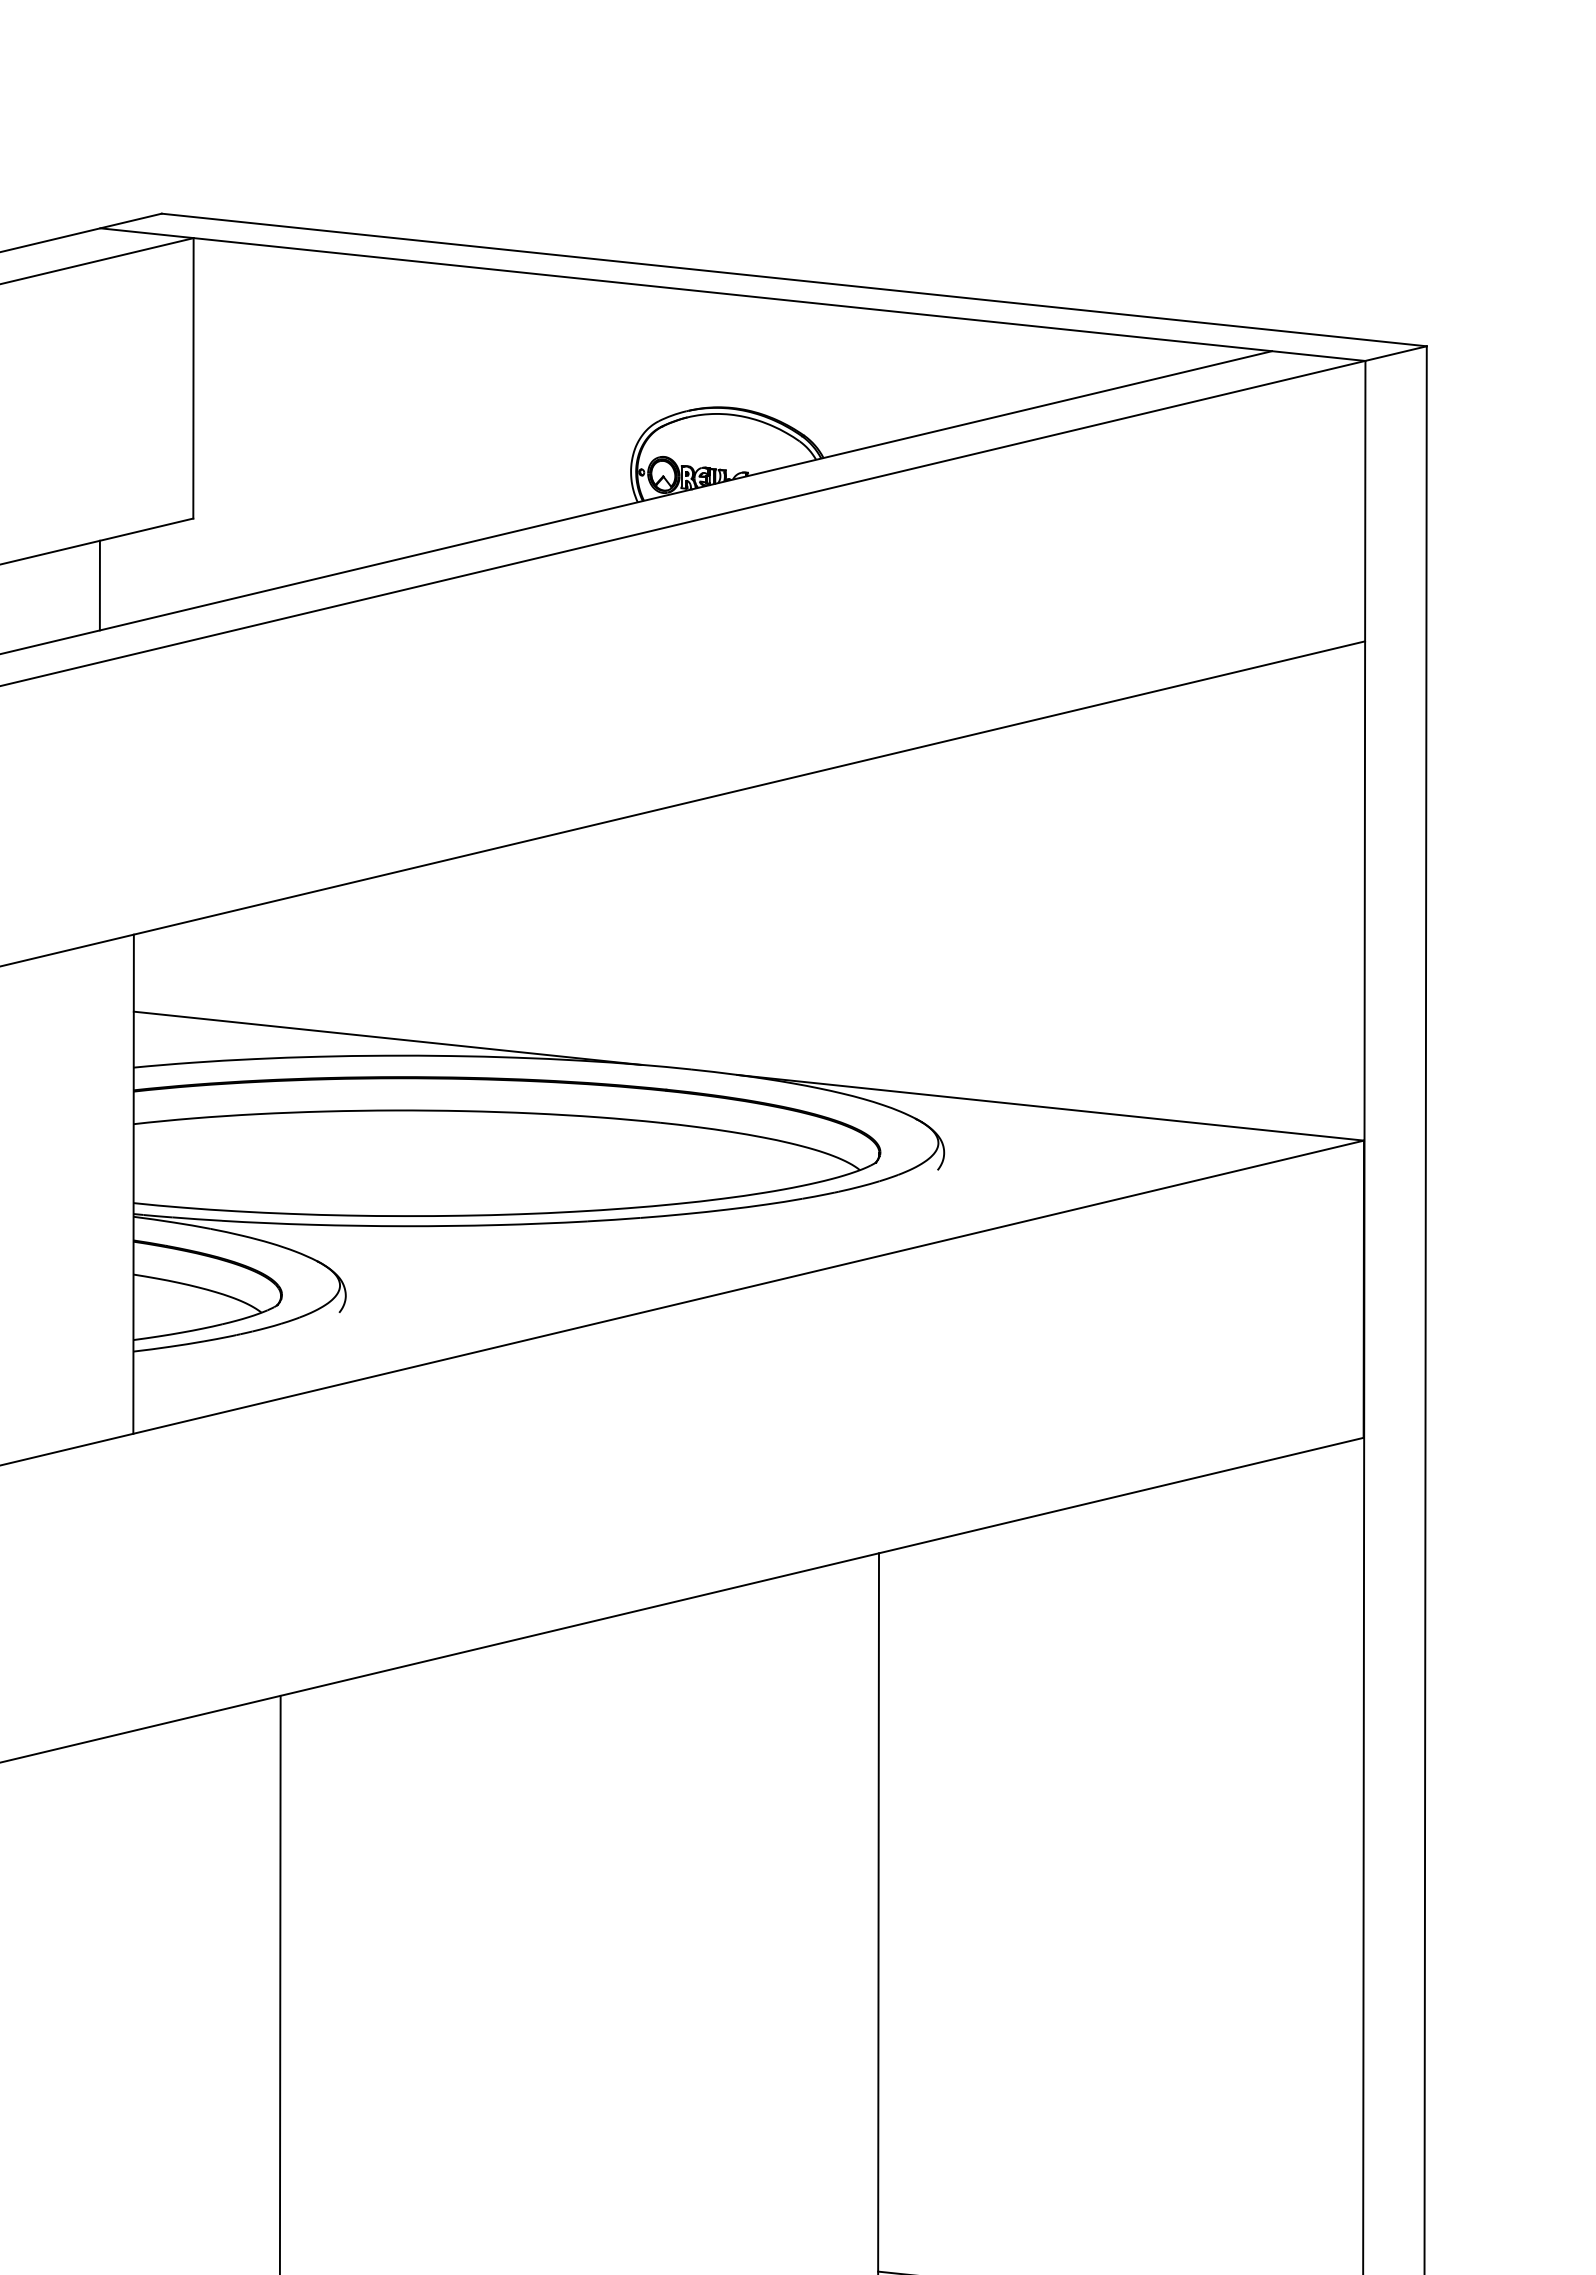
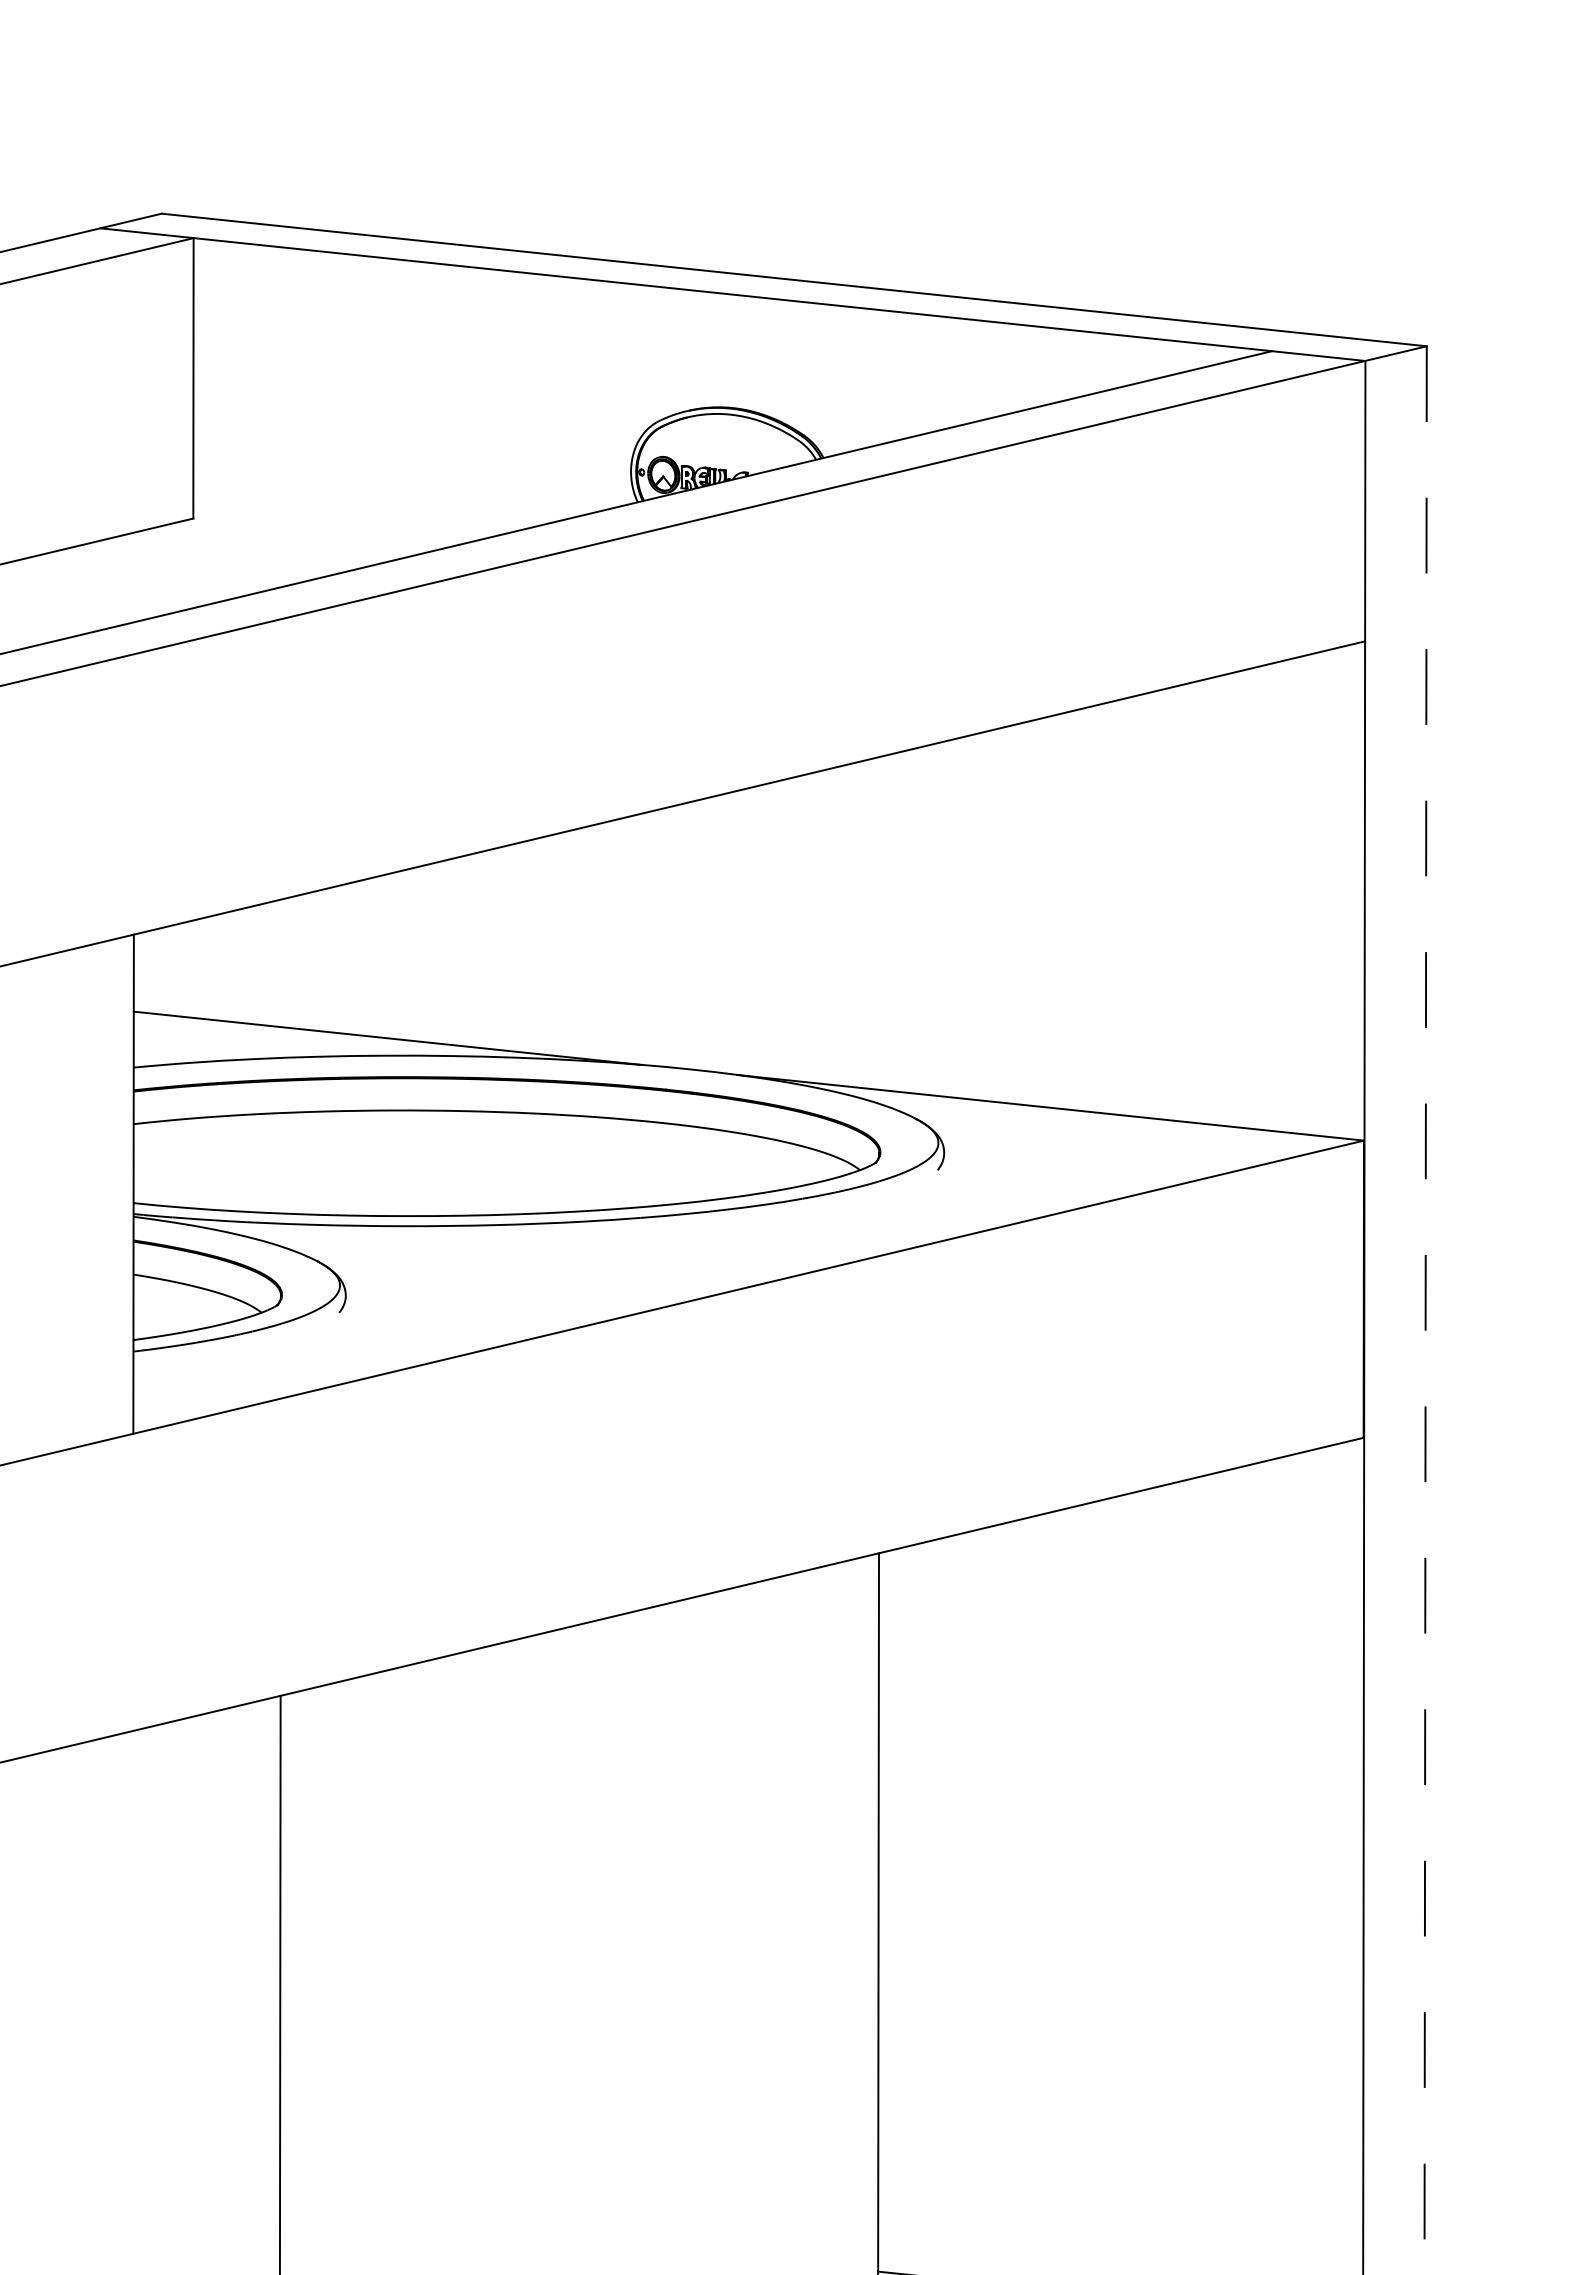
line at (99, 585): present -> none
line at (1425, 1310): solid -> dashed
